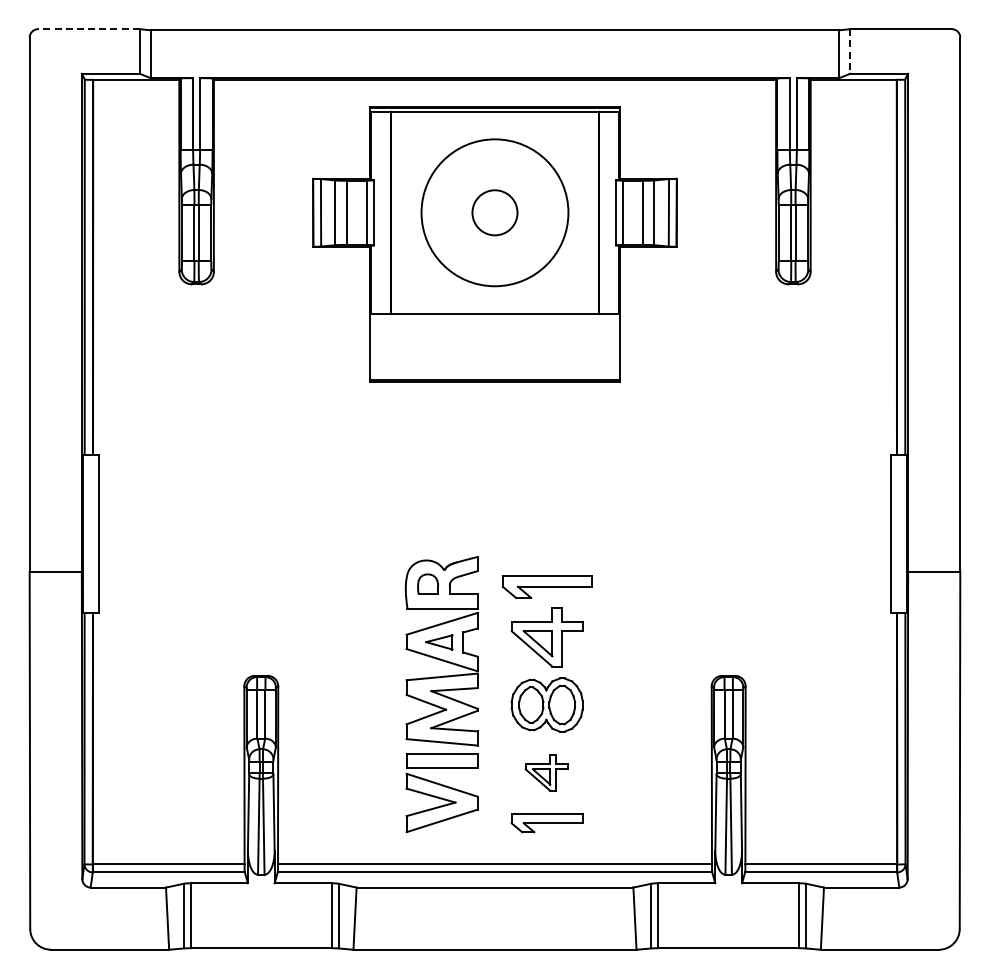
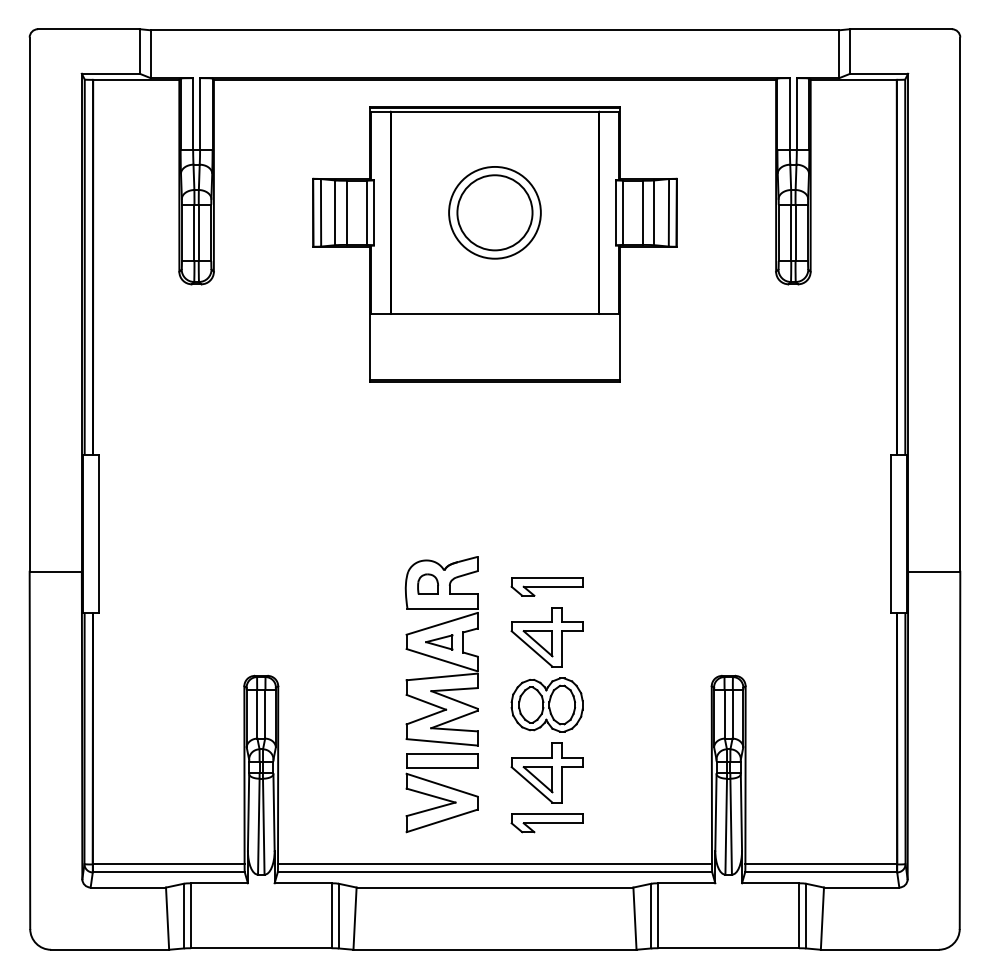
line at (88, 29): dashed -> solid
line at (850, 51): dashed -> solid
circle at (494, 212) diameter: 147 px -> 92 px
circle at (494, 212) diameter: 45 px -> 75 px
part at (546, 586) size: 92x24 px -> 74x20 px
part at (546, 772) size: 45x38 px -> 74x62 px
